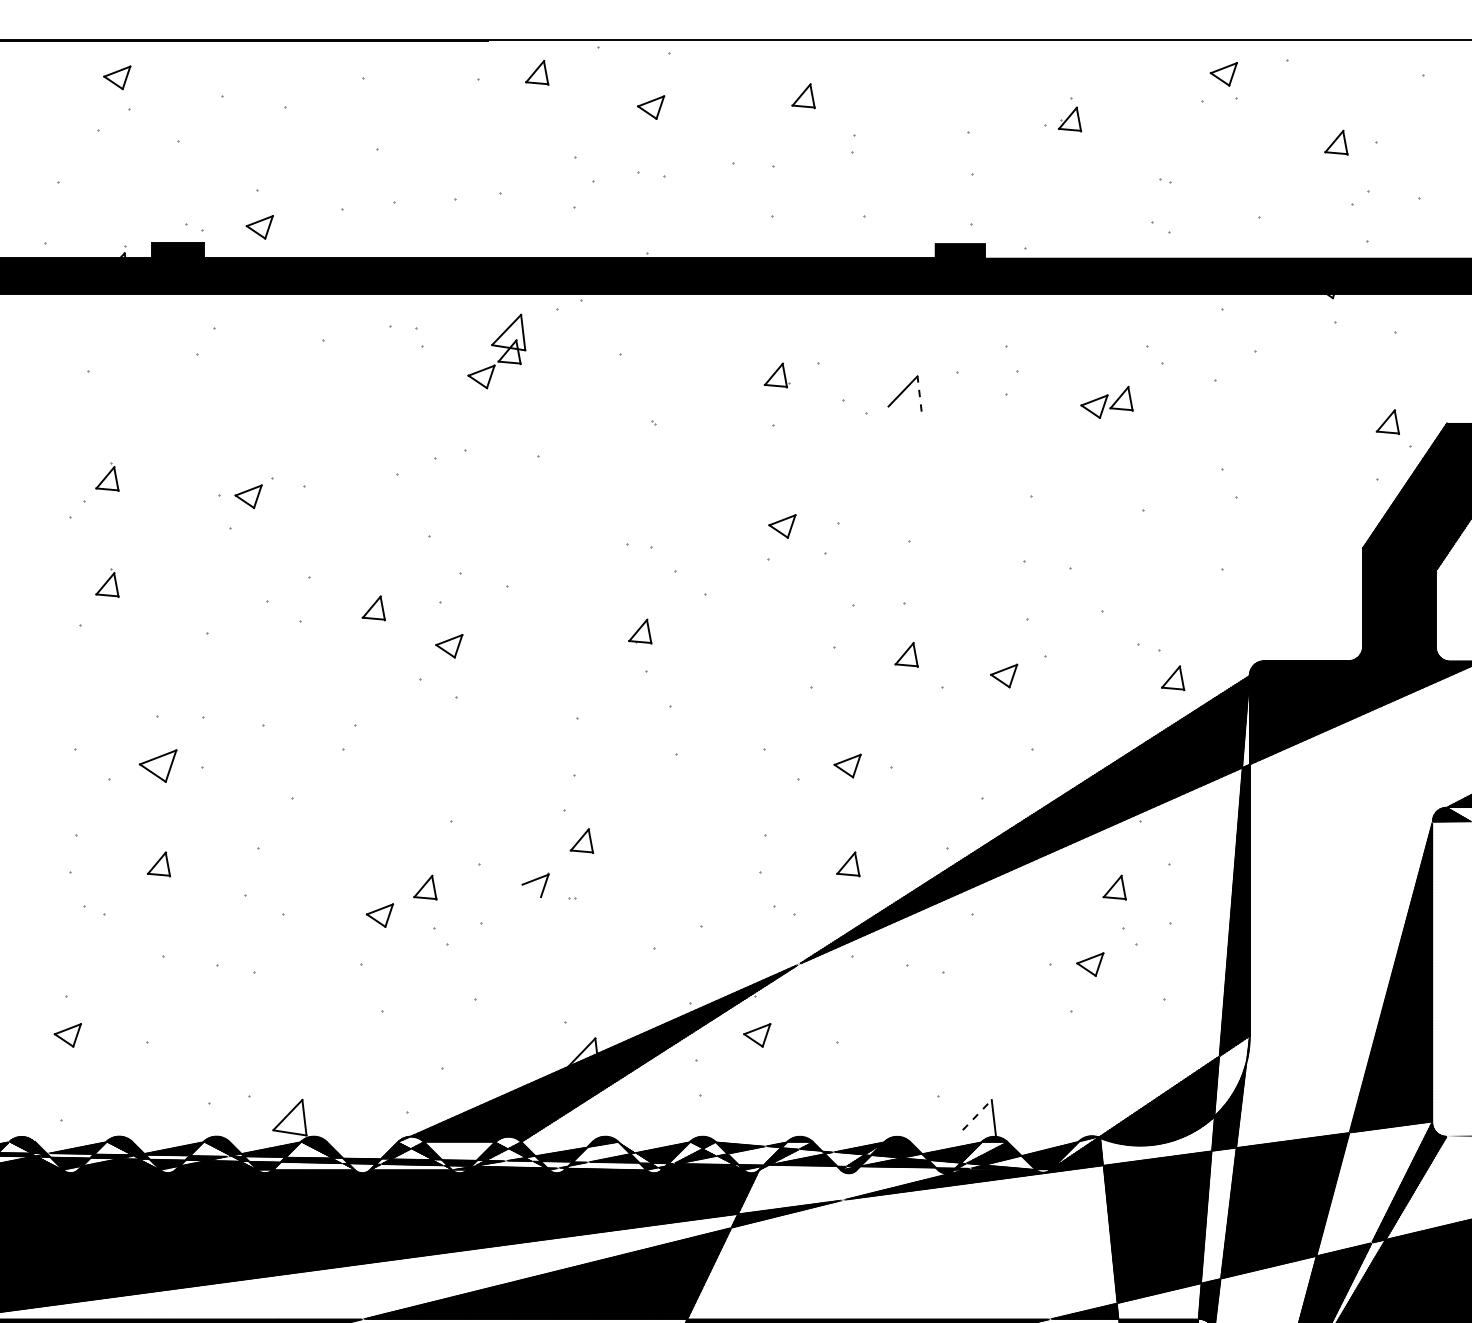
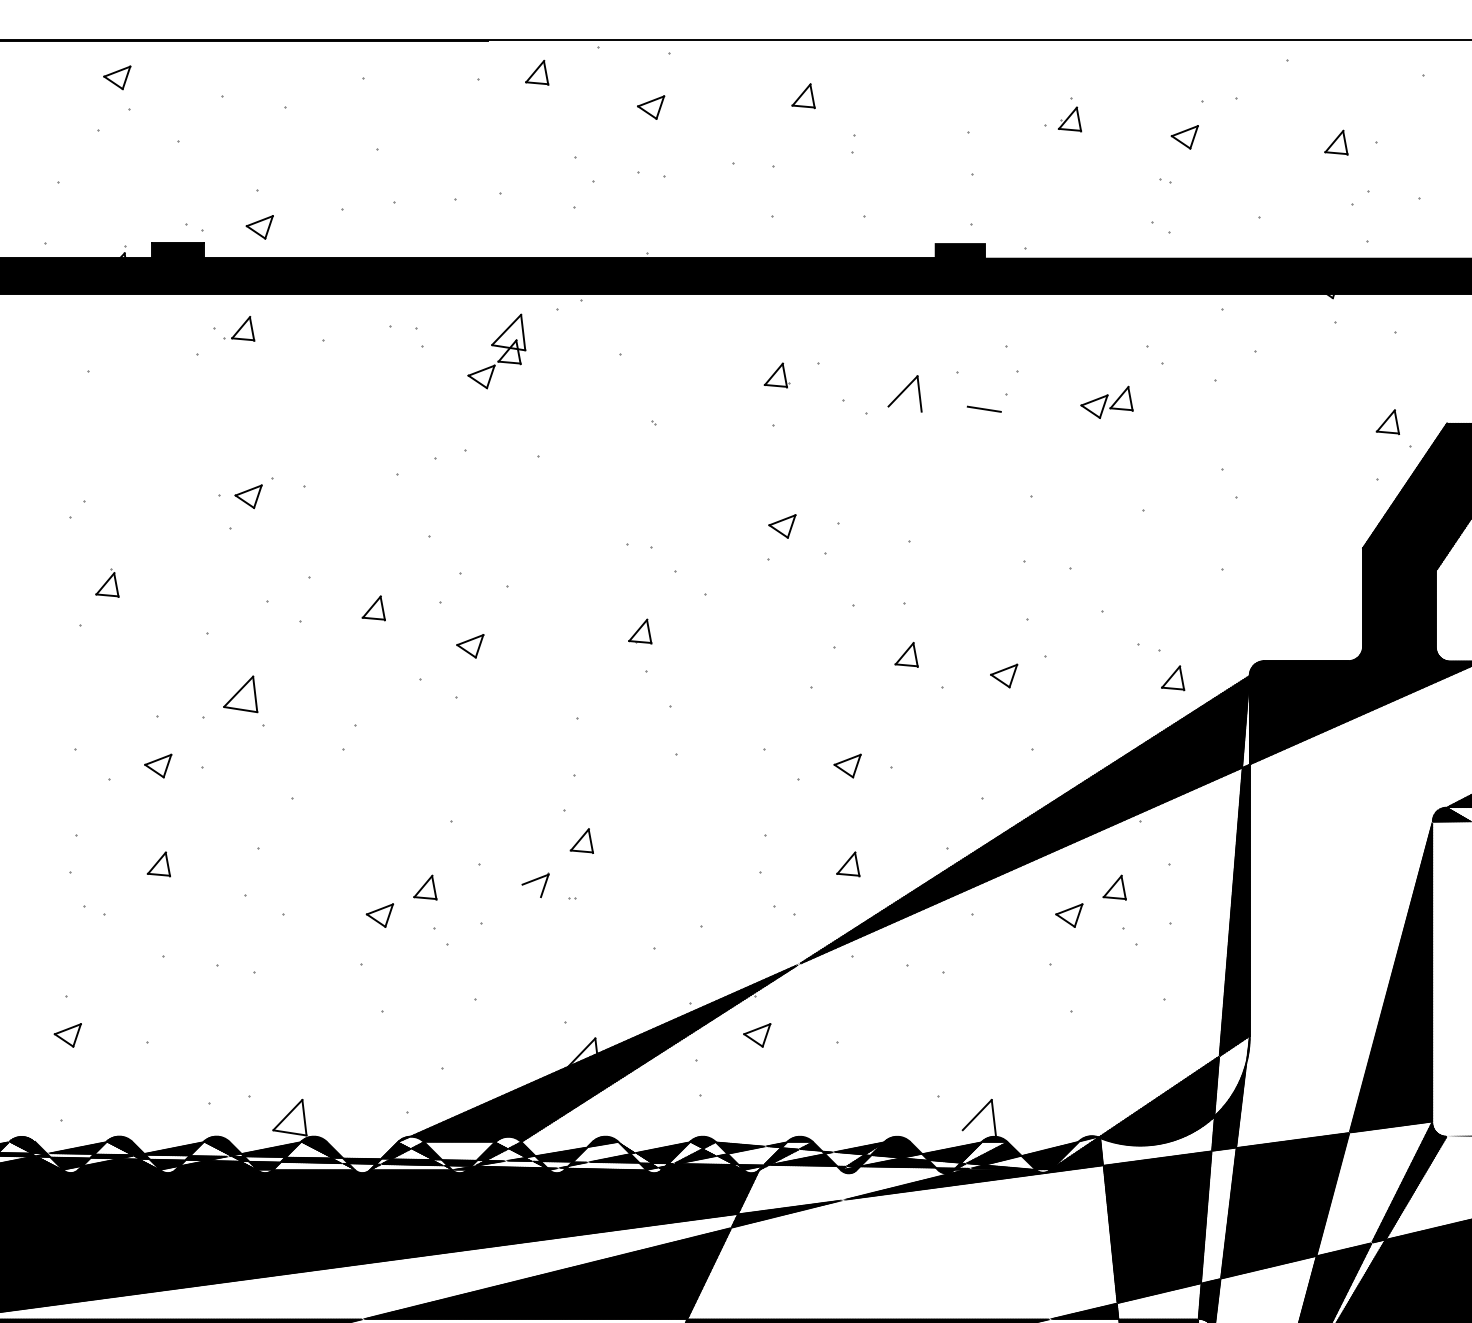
part at (1223, 74) position: (1223, 74) -> (1184, 137)
part at (239, 328): none -> present
line at (919, 394): dashed -> solid
line at (983, 408): none -> present
part at (107, 476): present -> none
part at (449, 646) position: (449, 646) -> (470, 646)
part at (240, 694): none -> present
part at (157, 765) size: 40x34 px -> 29x26 px
part at (1090, 964) position: (1090, 964) -> (1069, 915)
line at (977, 1115): dashed -> solid
